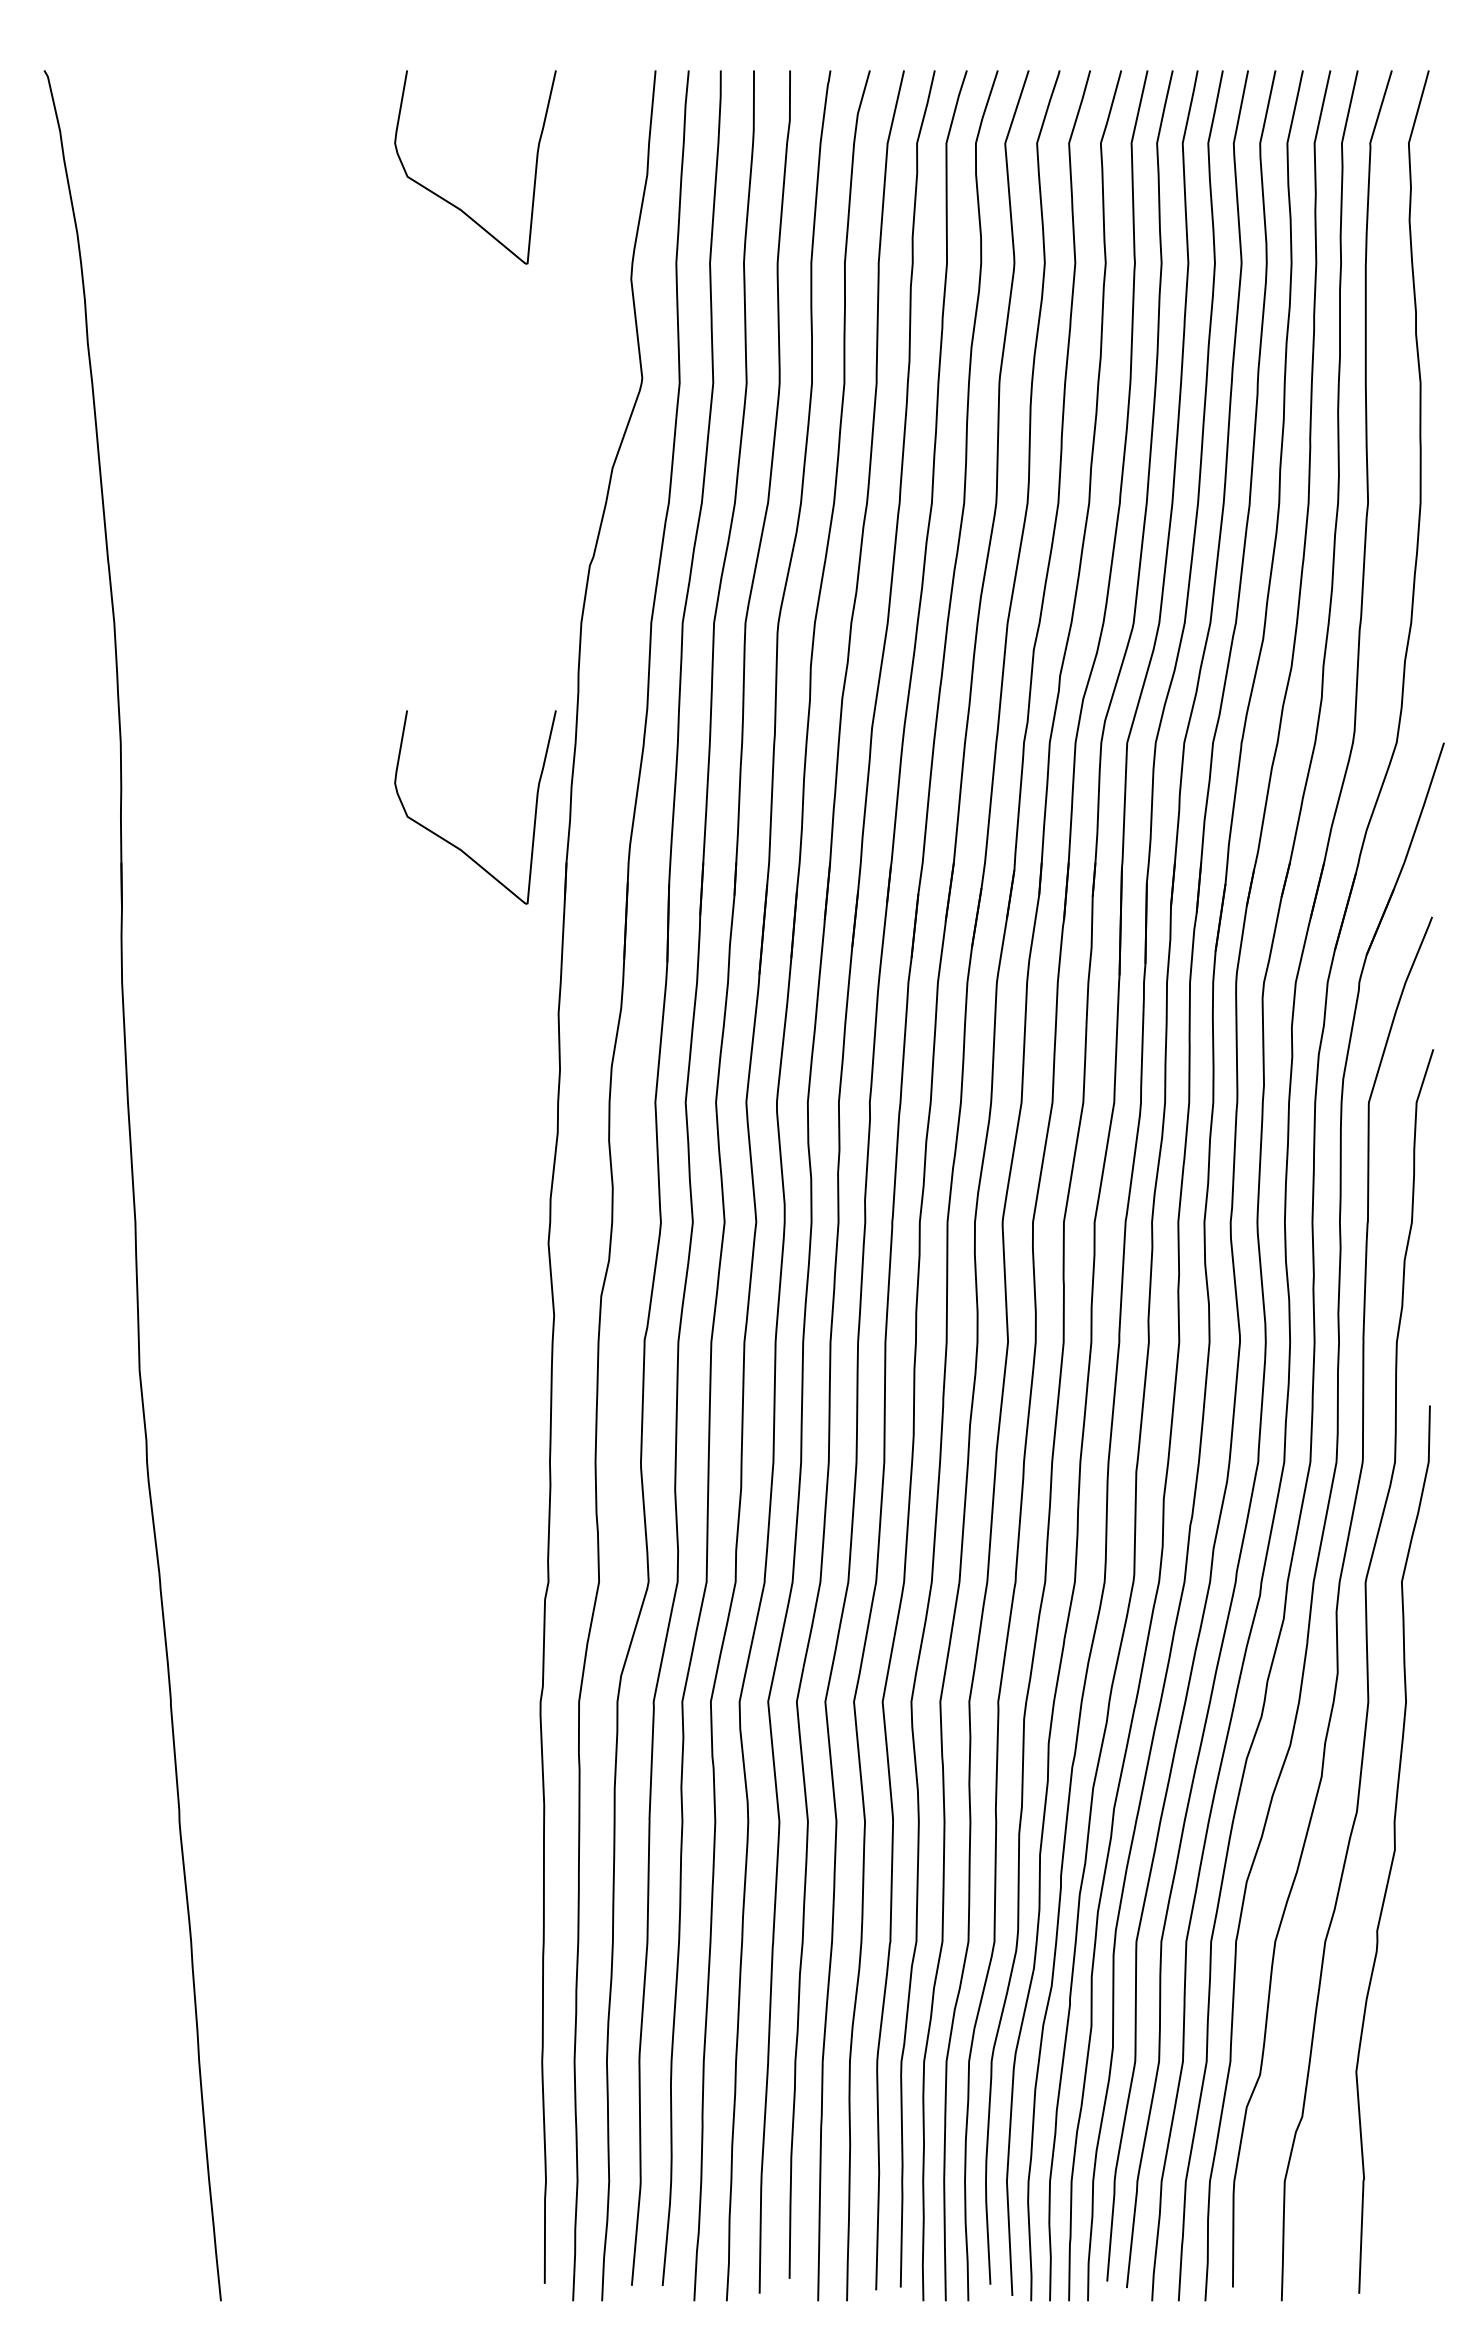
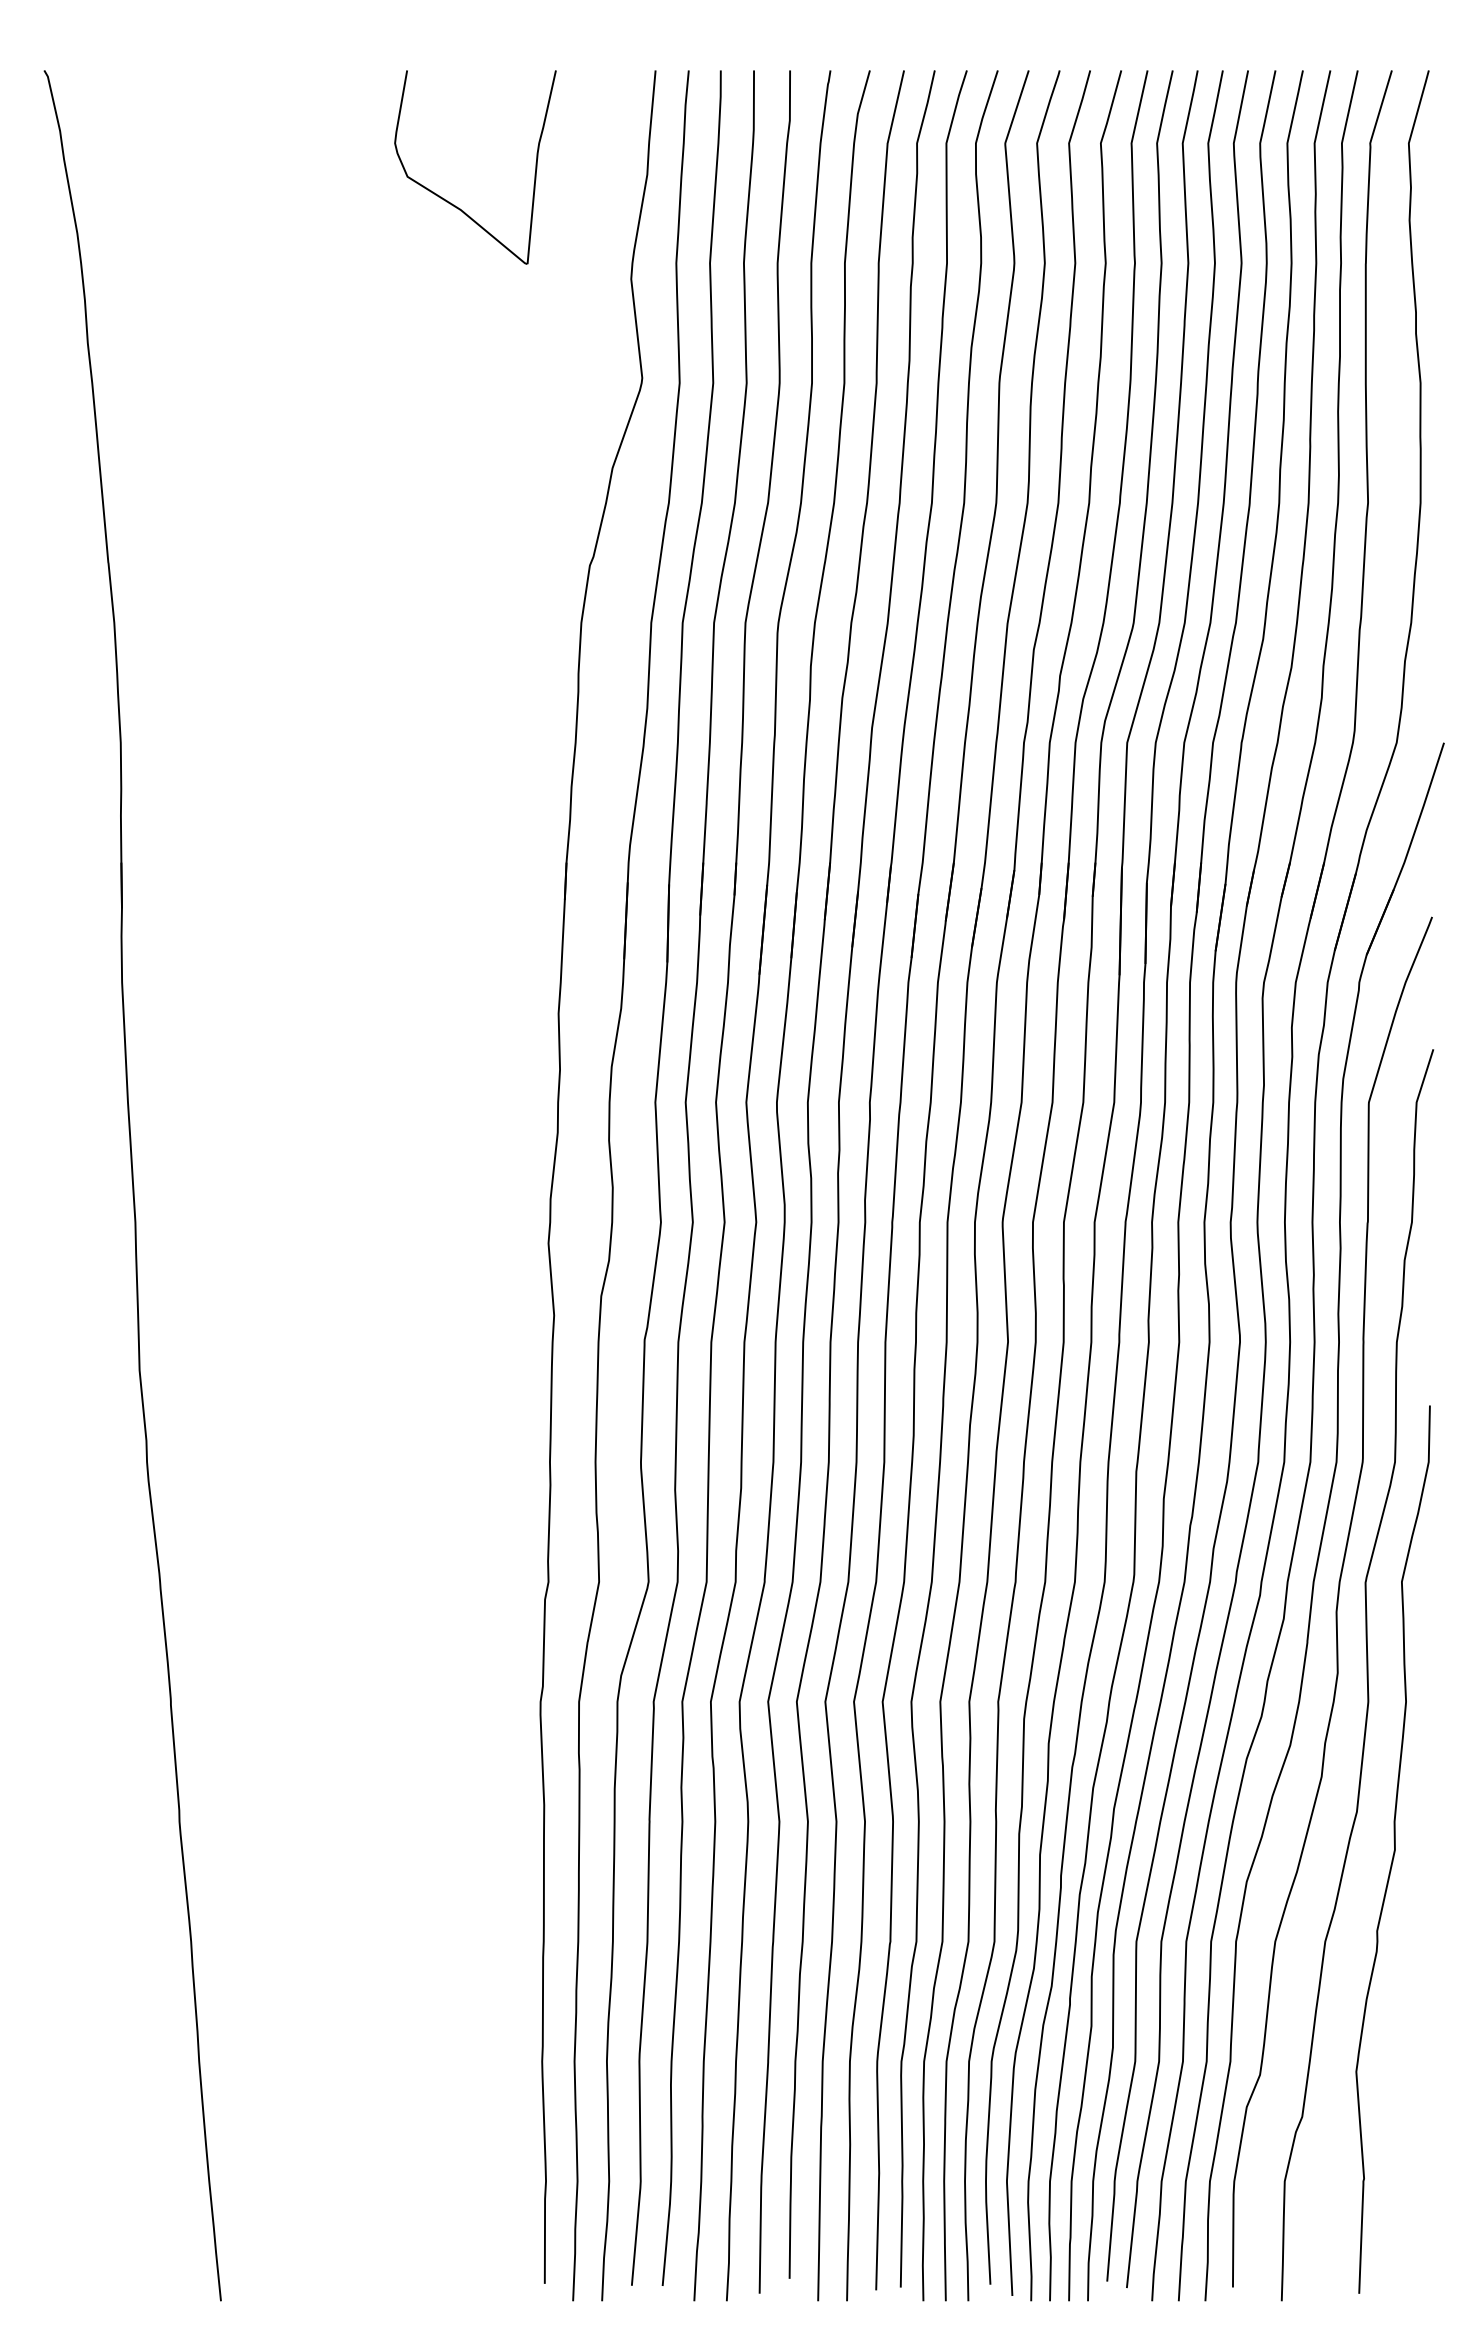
part at (454, 844): present -> none
